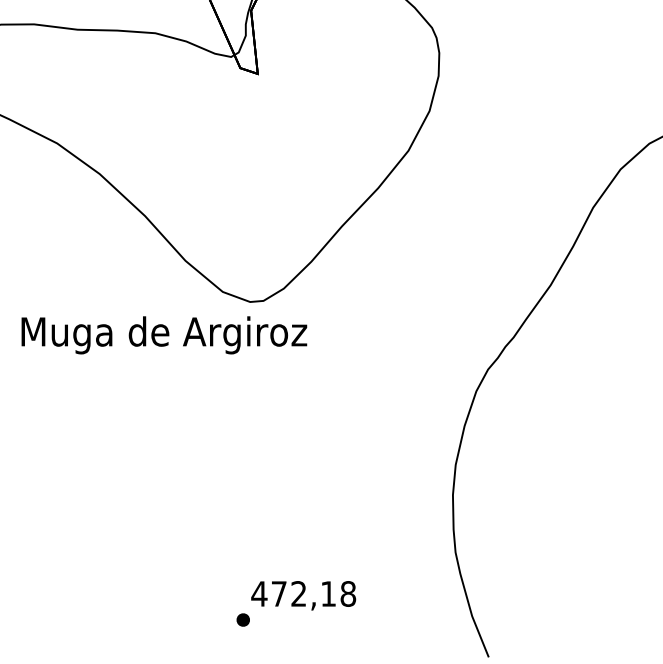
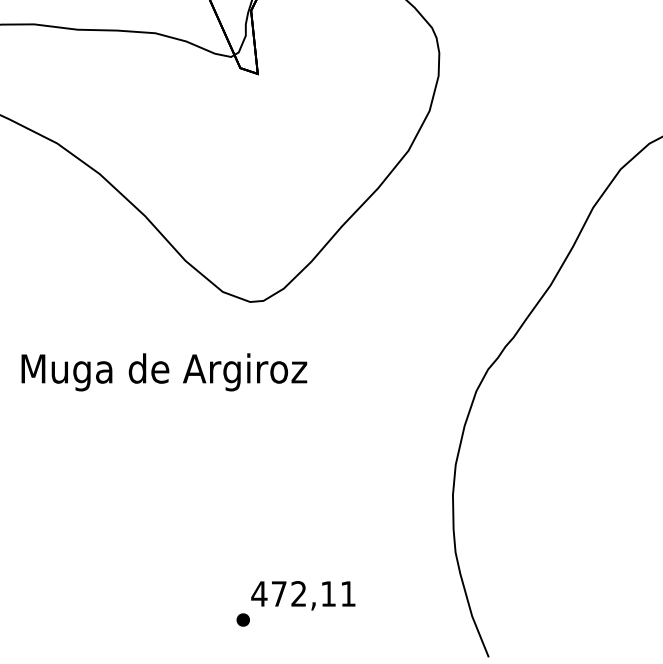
text at (164, 335) position: (164, 335) -> (164, 372)
text at (348, 593): 472,18 -> 472,11
